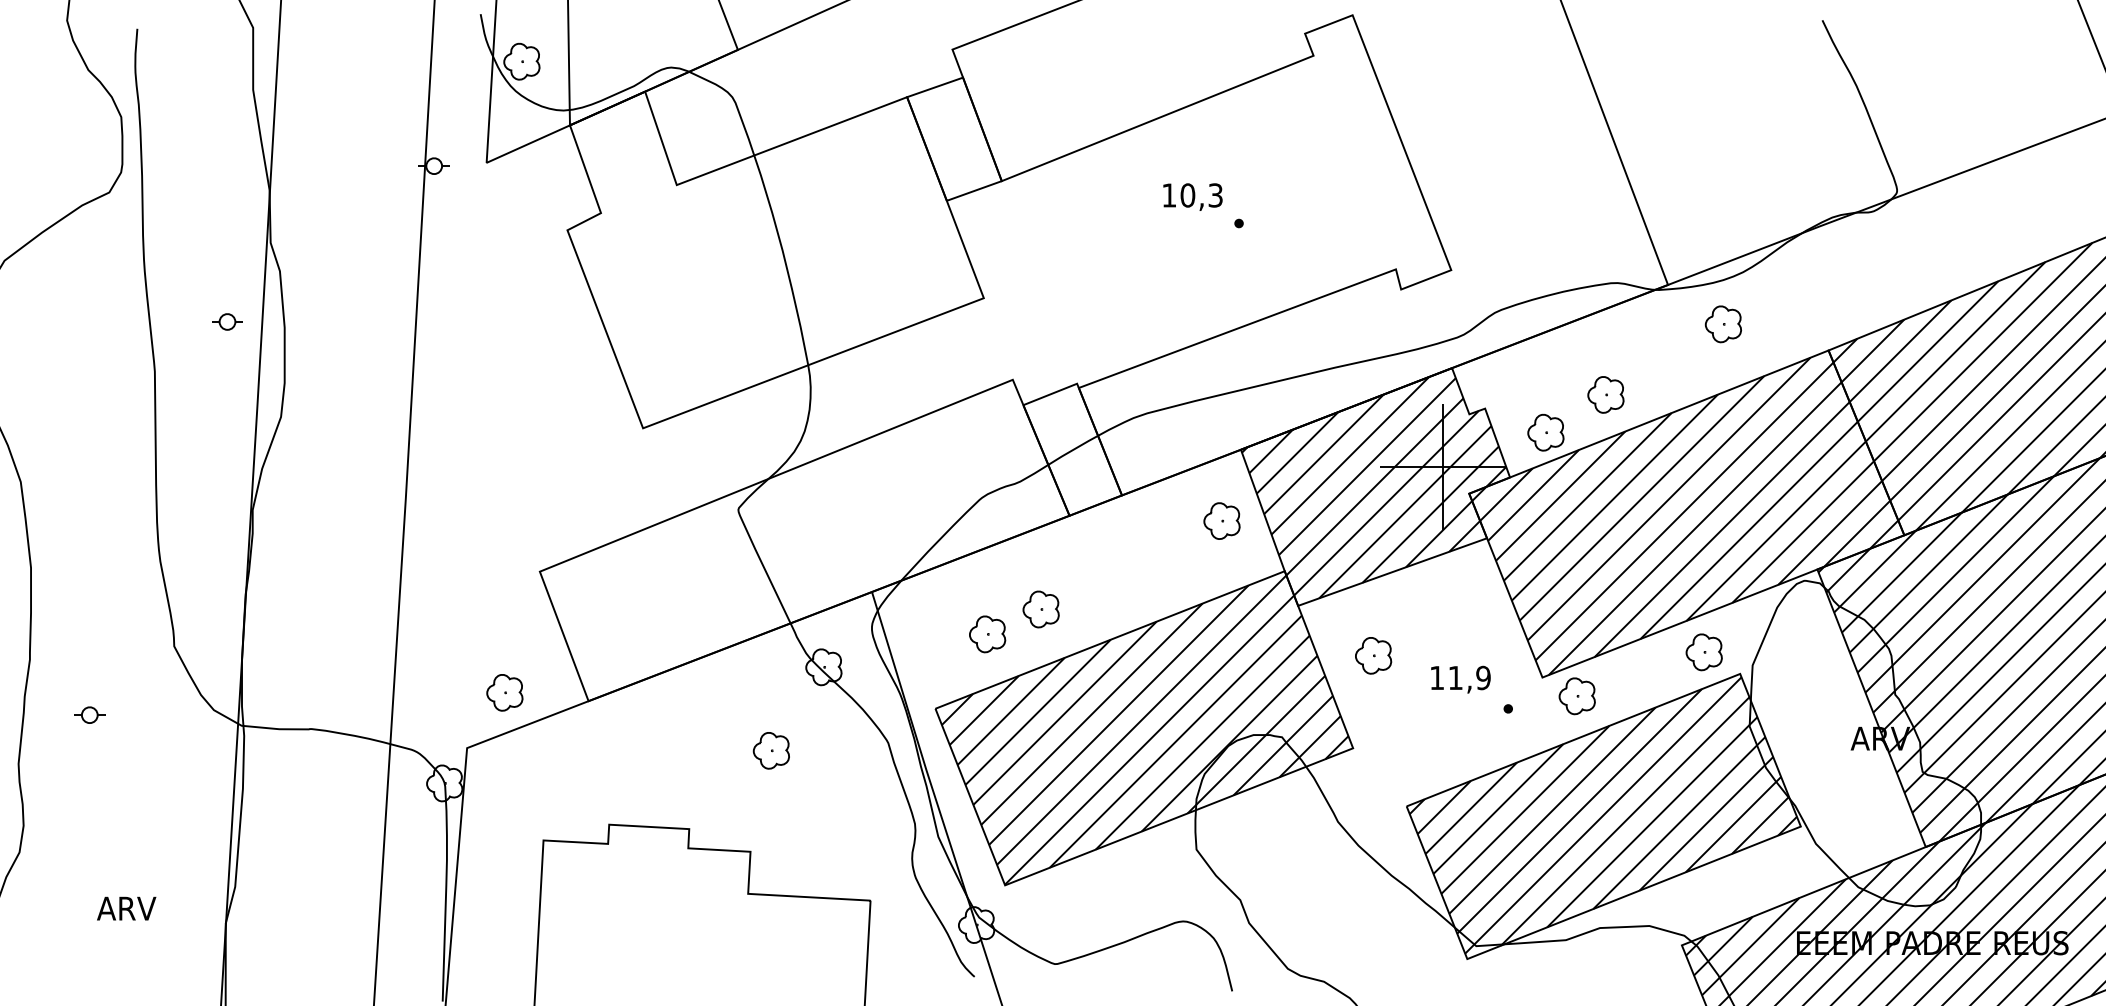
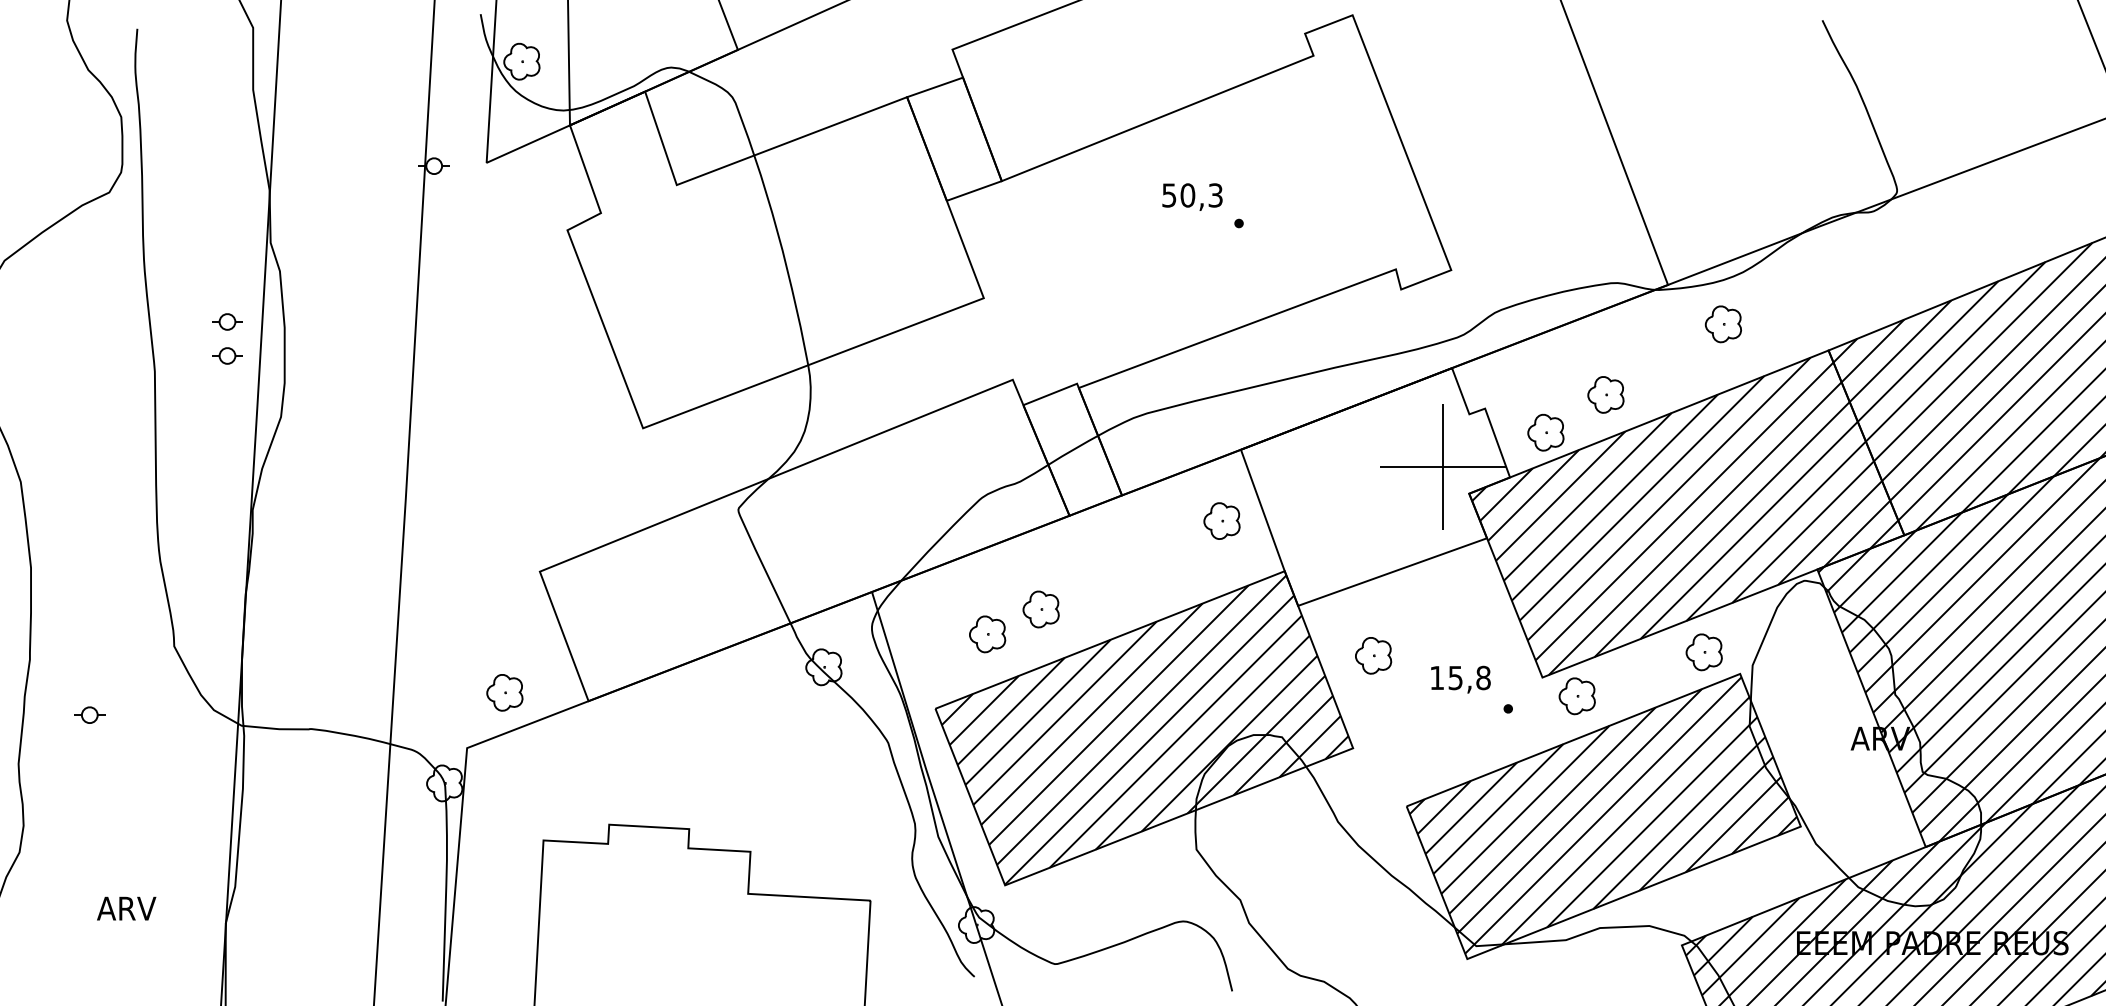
text at (1169, 195): 10,3 -> 50,3
part at (227, 355): none -> present
hatch at (1374, 487): present -> none
text at (1469, 678): 11,9 -> 15,8
part at (770, 750): present -> none
